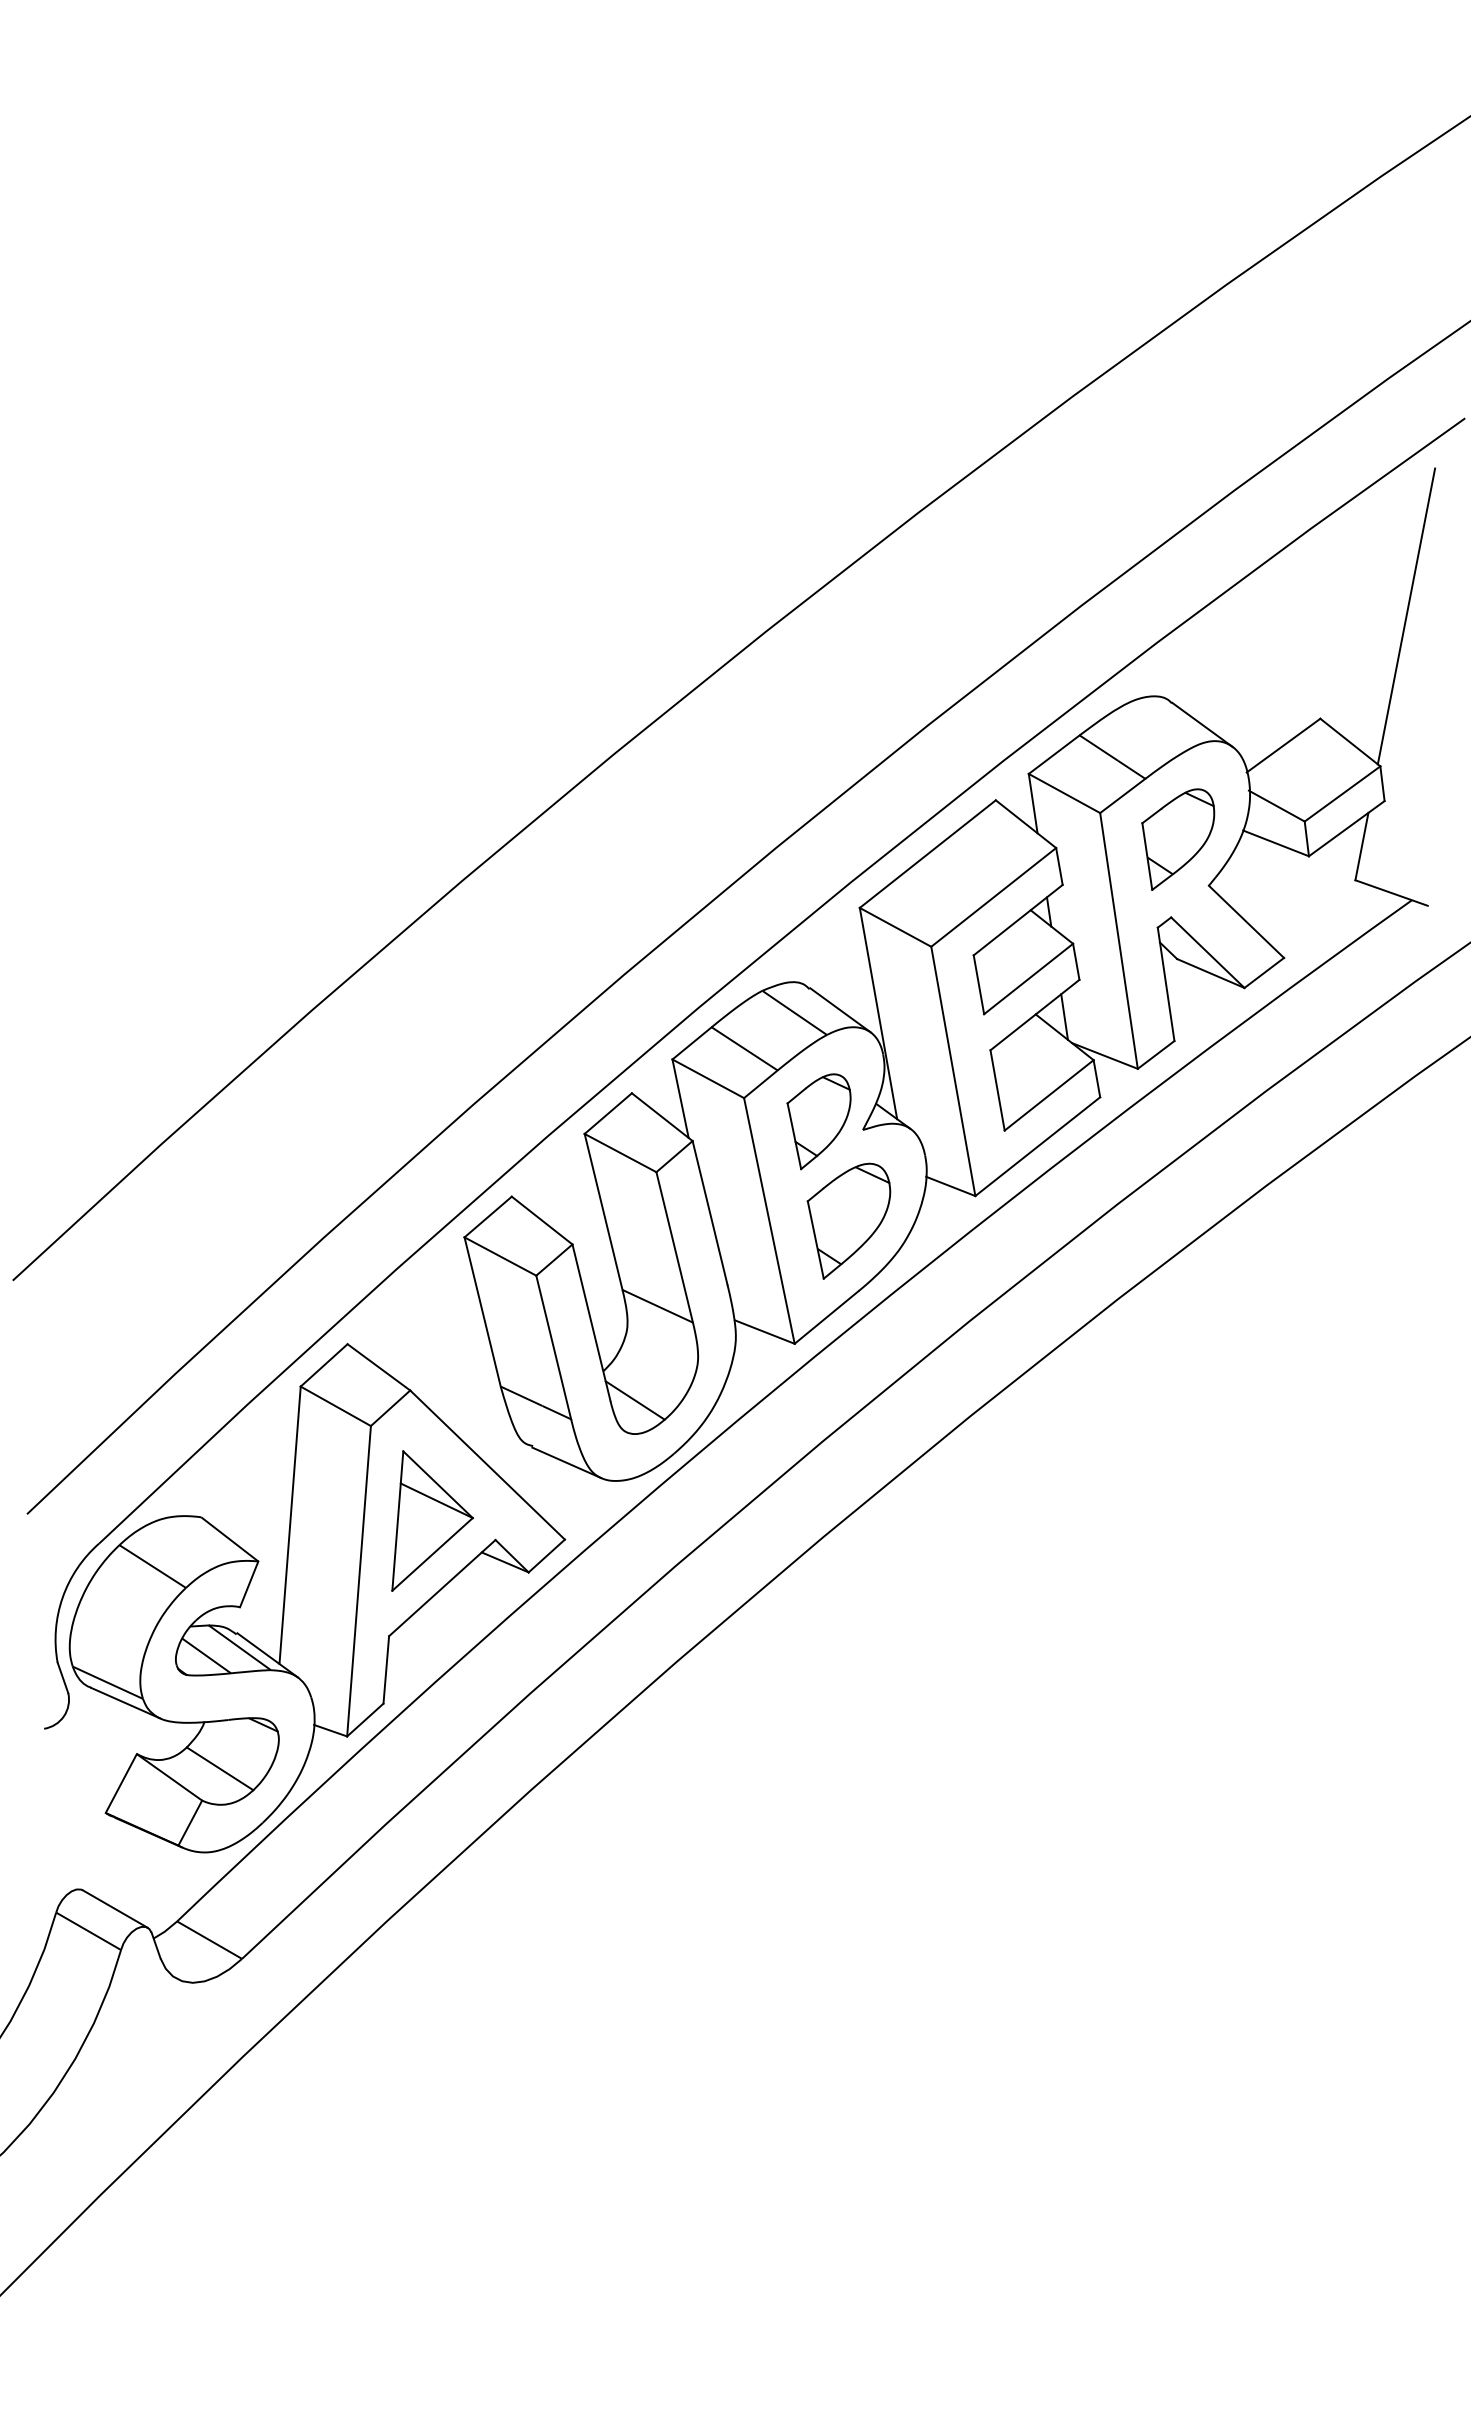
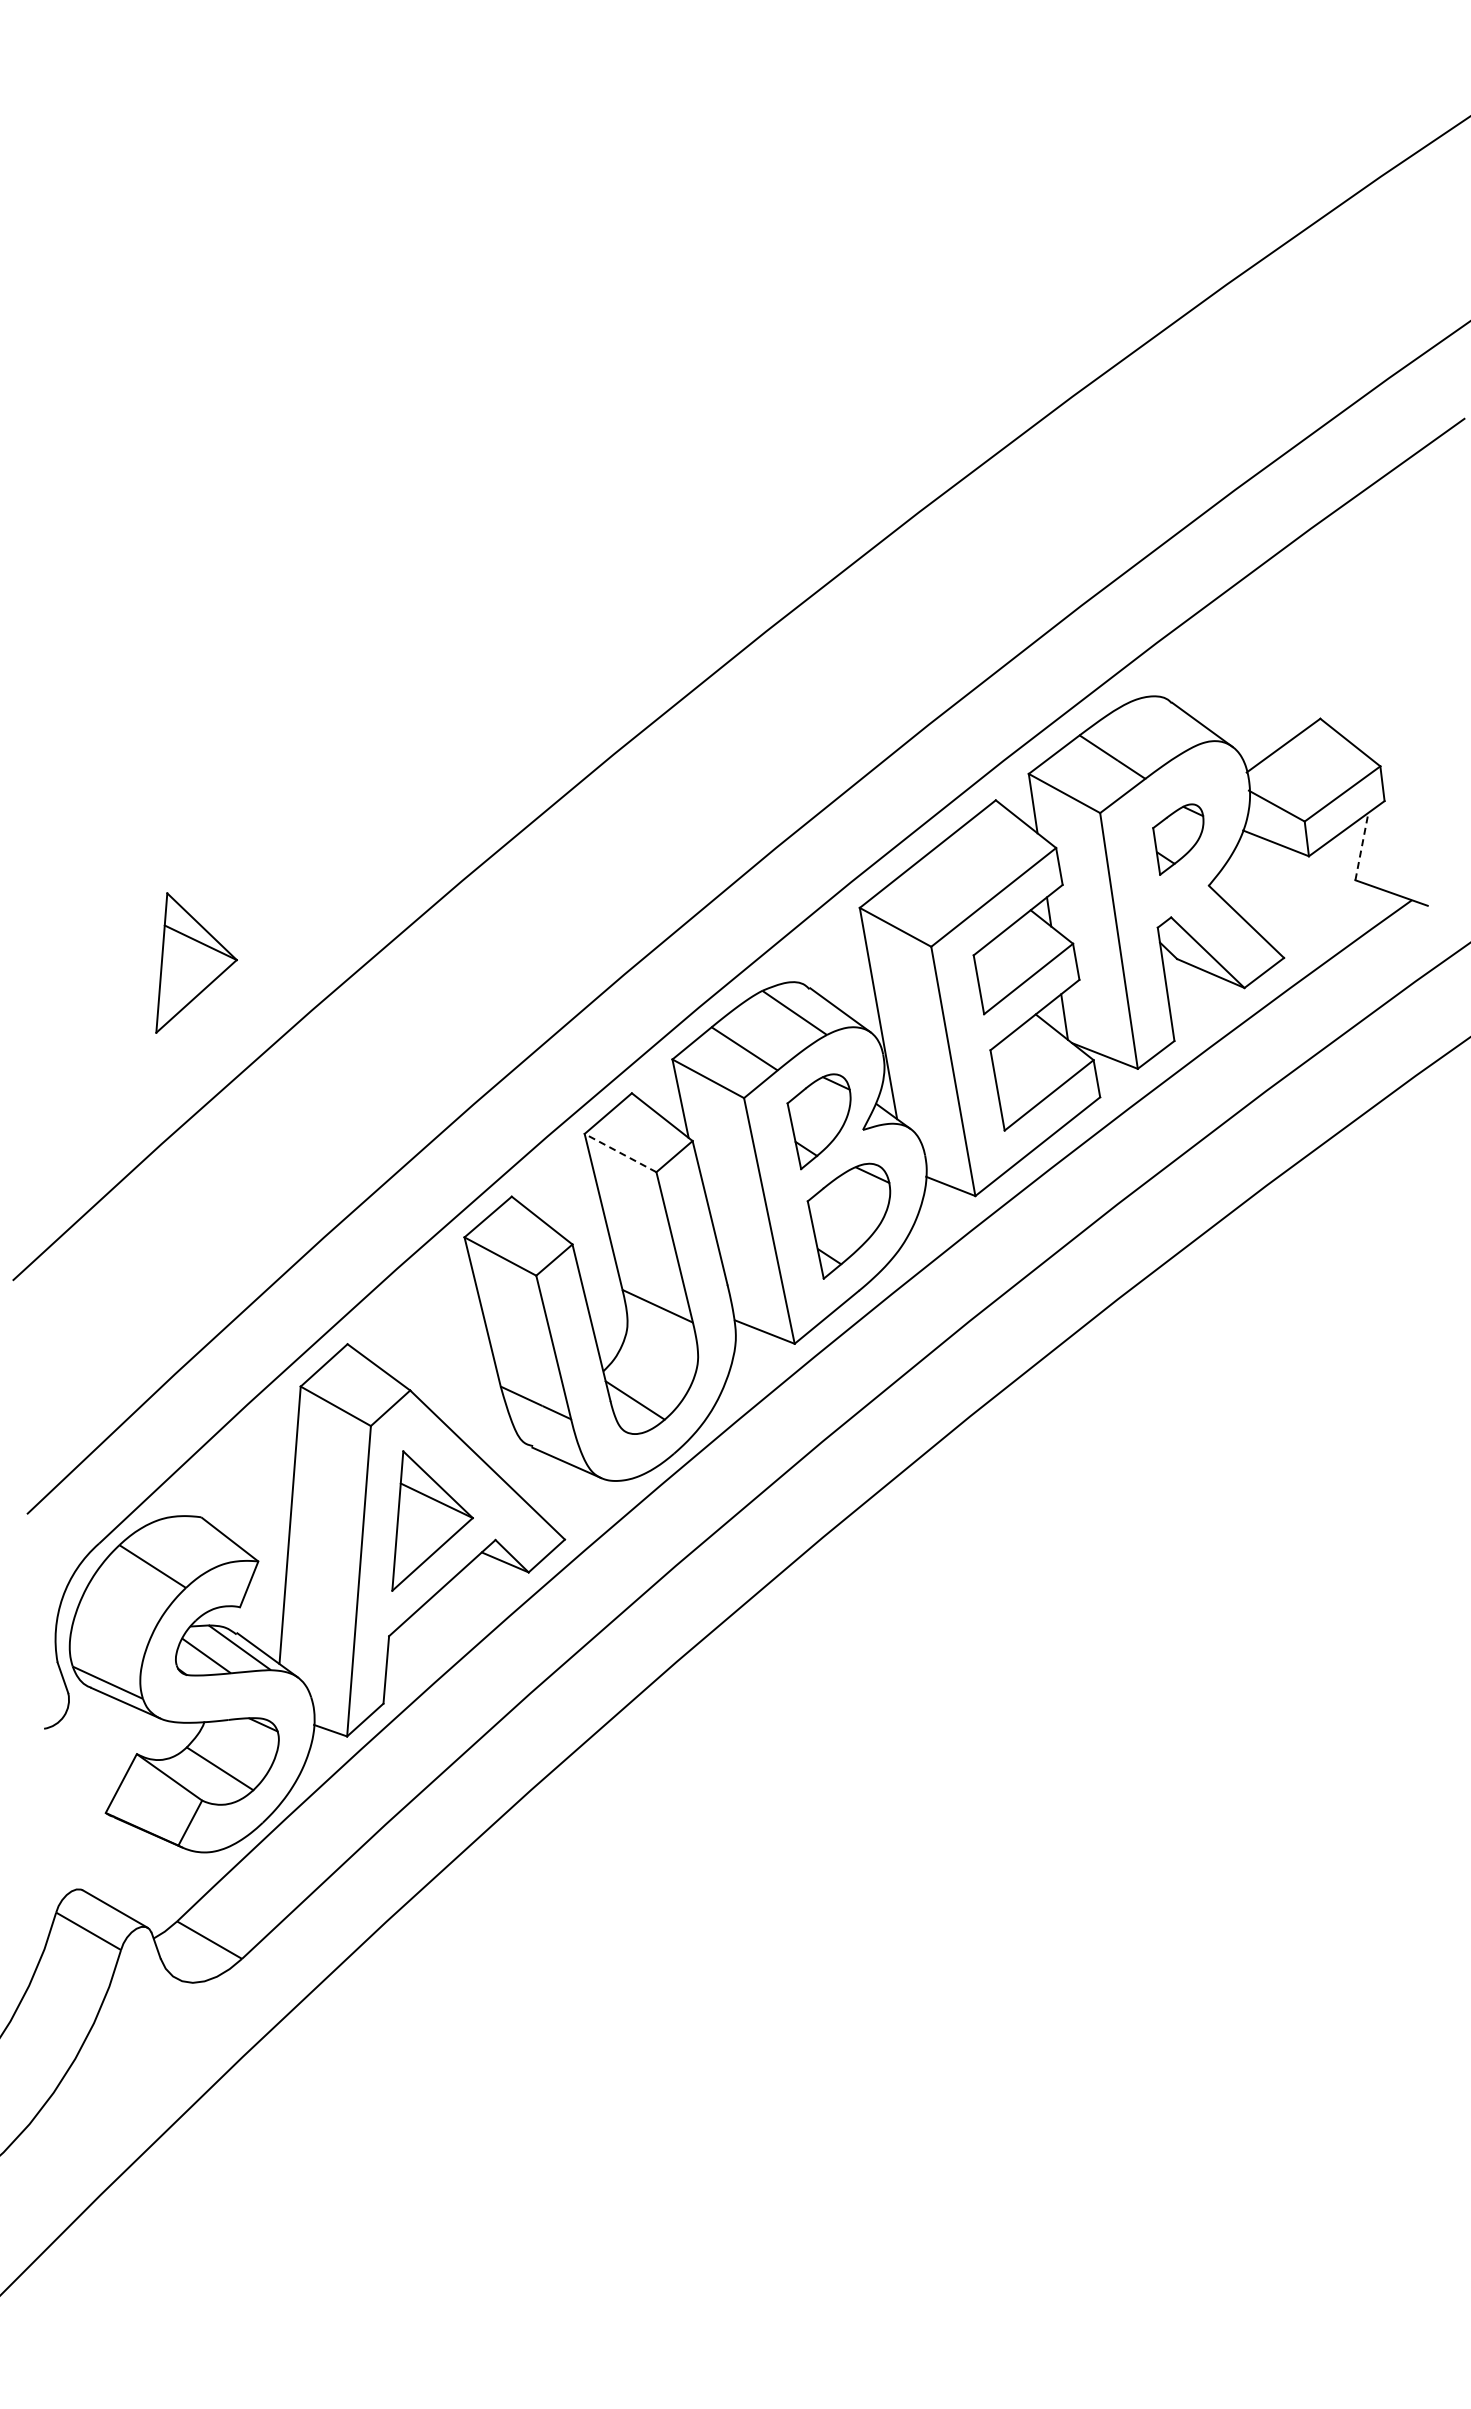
line at (1406, 616): present -> none
part at (1178, 839) size: 75x103 px -> 53x73 px
line at (1362, 846): solid -> dashed
part at (196, 962): none -> present
line at (620, 1153): solid -> dashed
